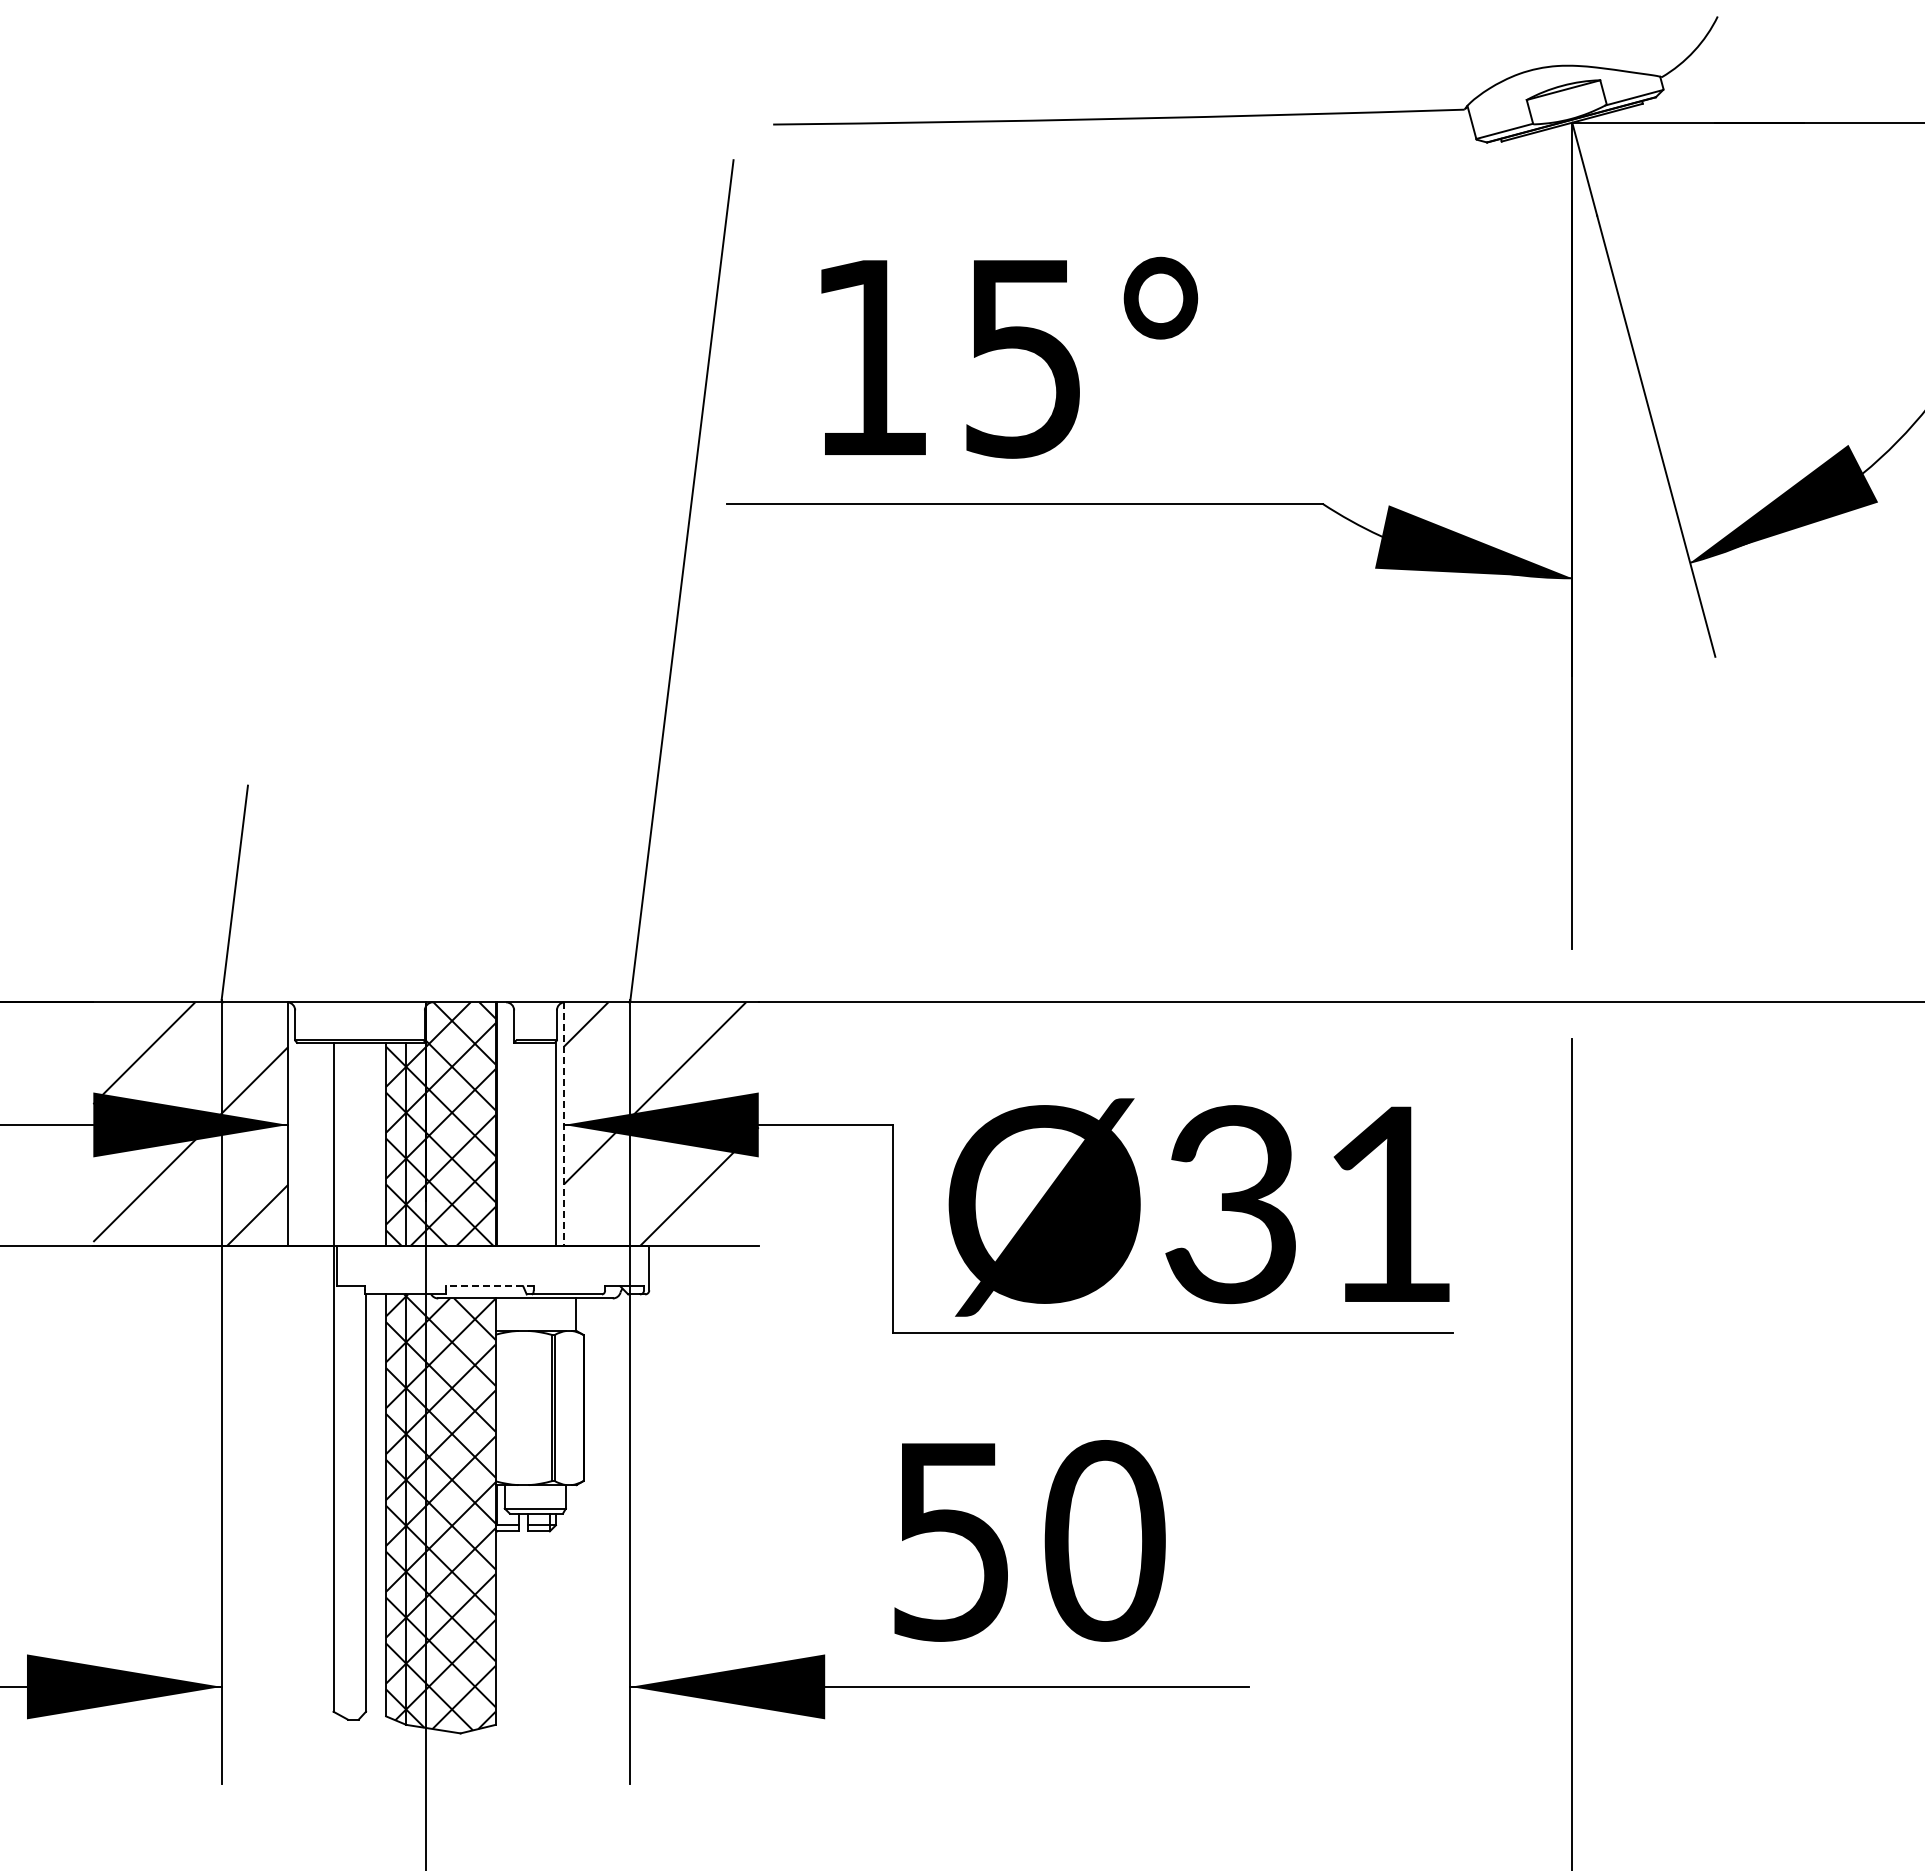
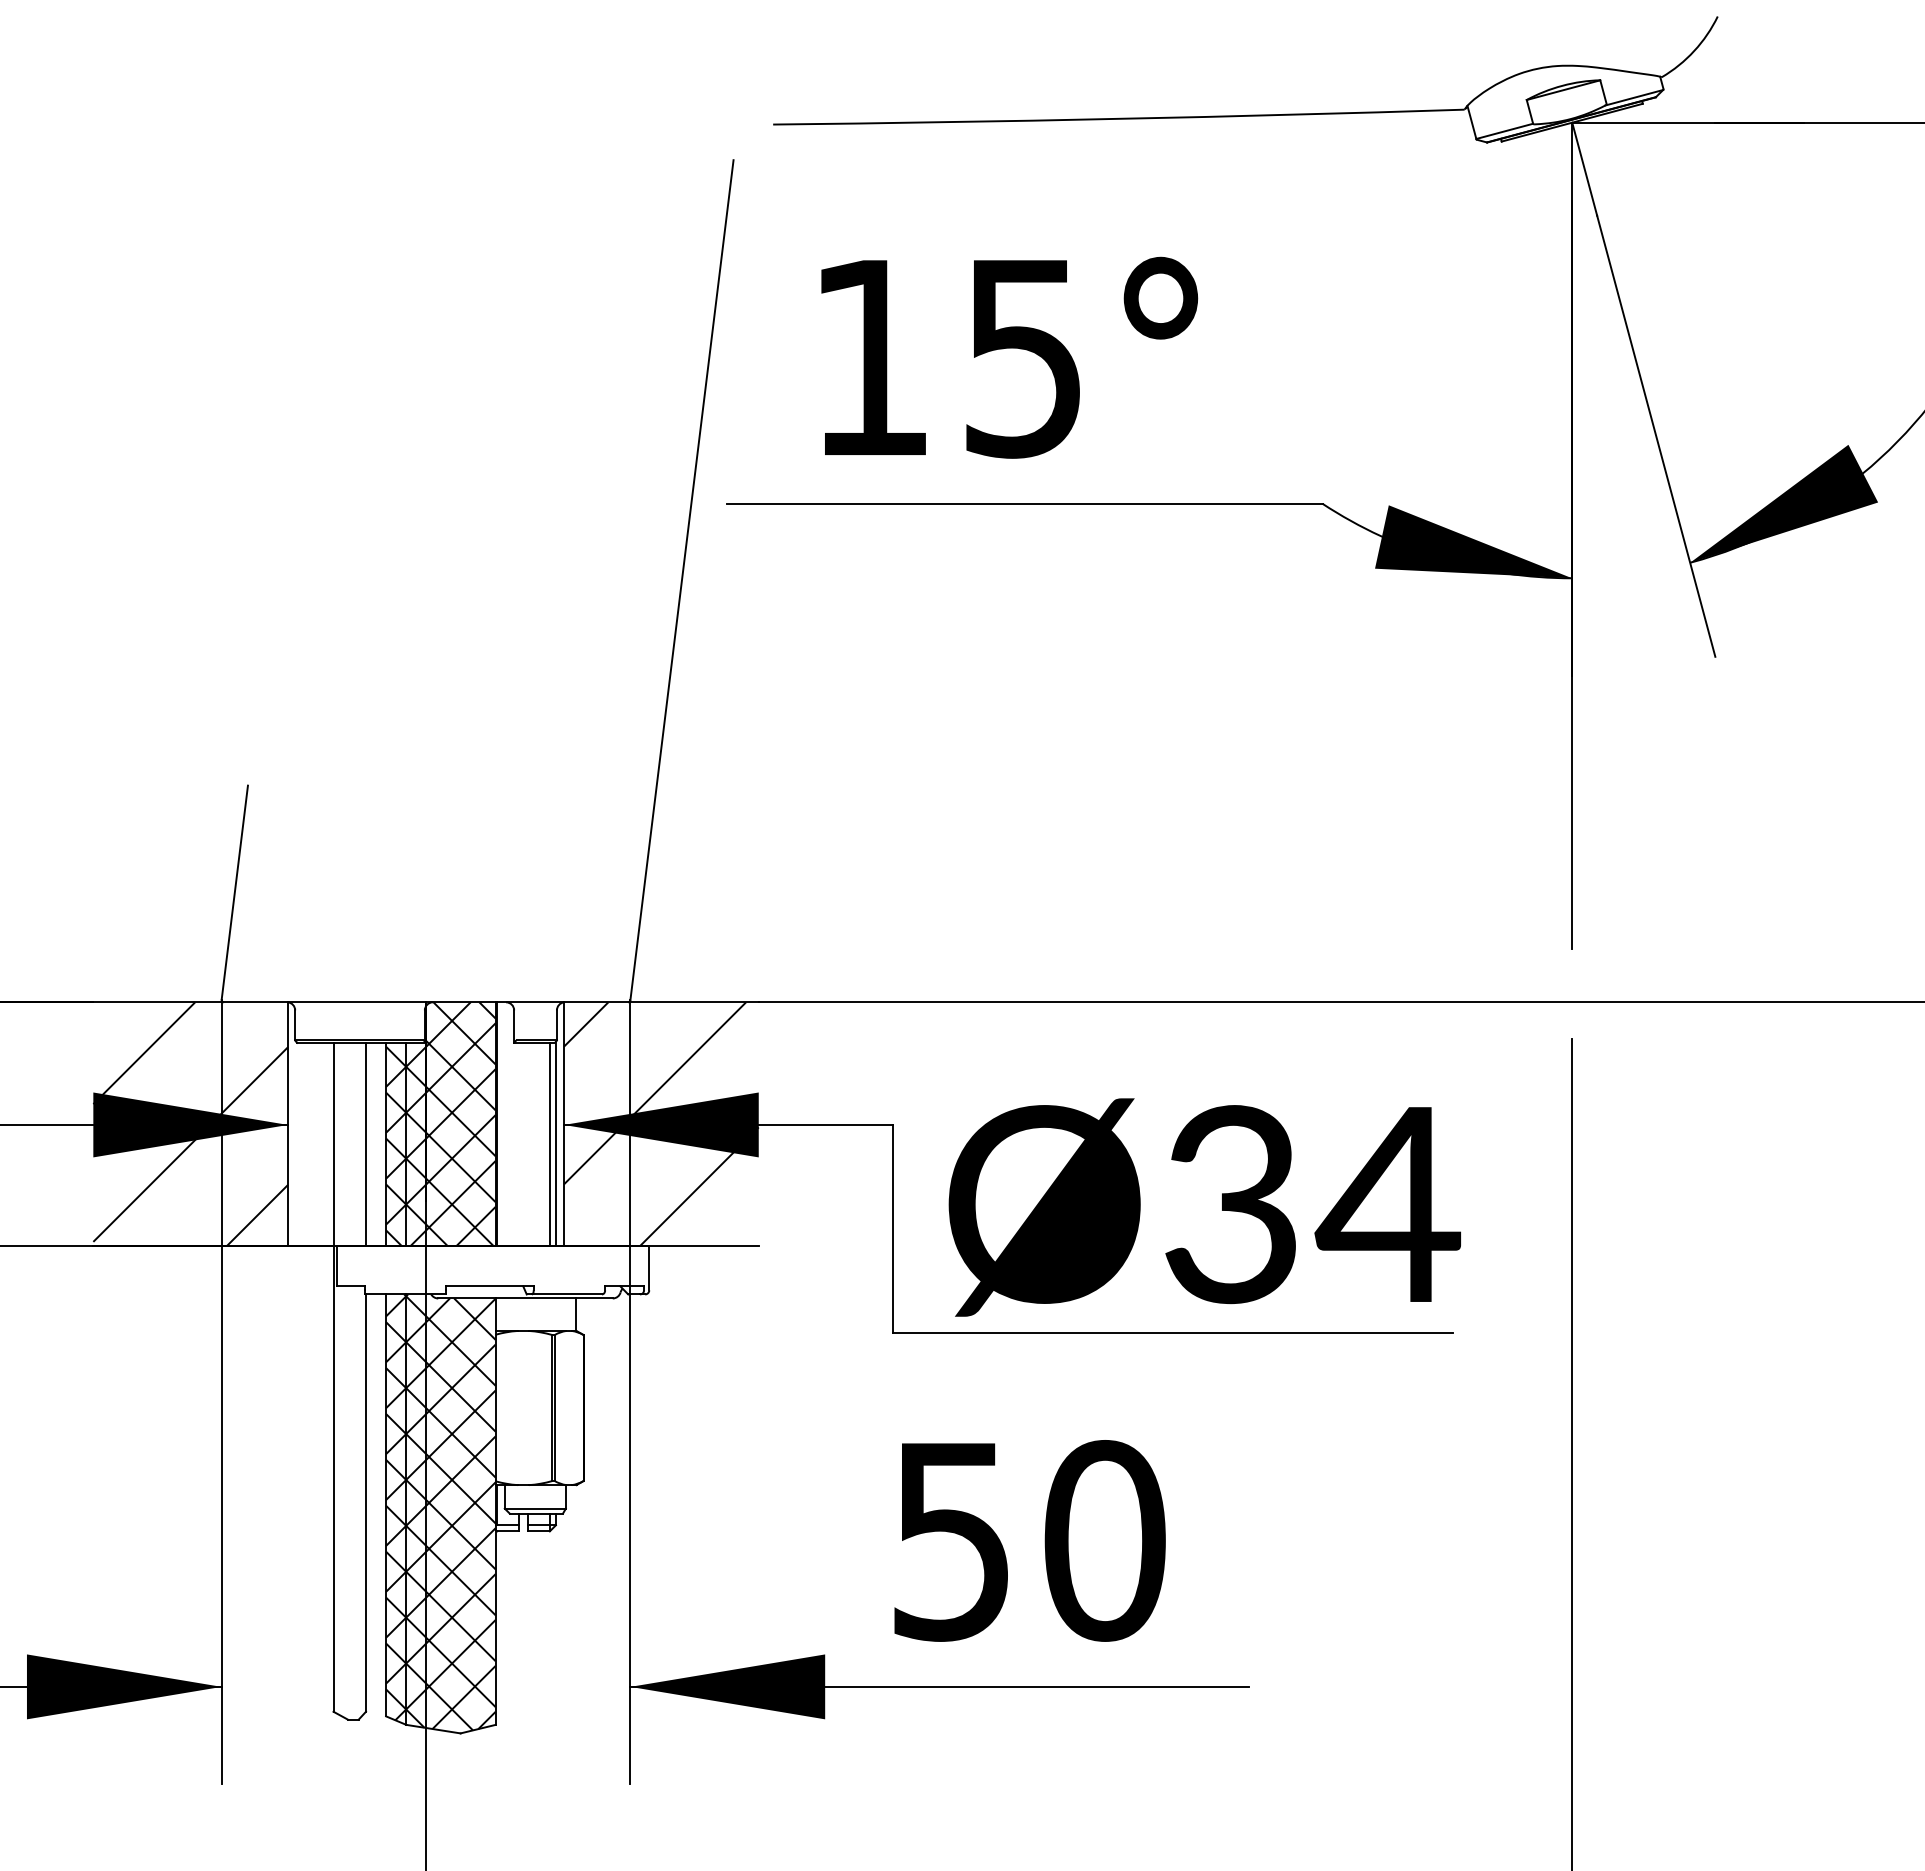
line at (564, 1124): dashed -> solid
line at (365, 1143): none -> present
line at (549, 1143): none -> present
text at (1387, 1203): Ø31 -> Ø34
line at (490, 1286): dashed -> solid
